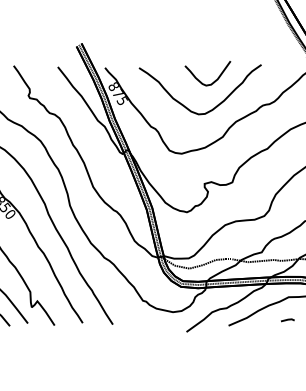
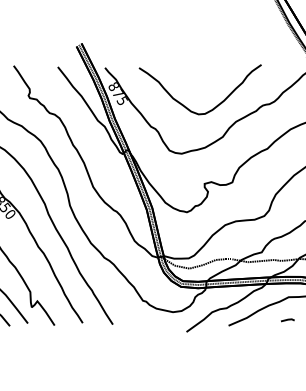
part at (200, 80): present -> none
